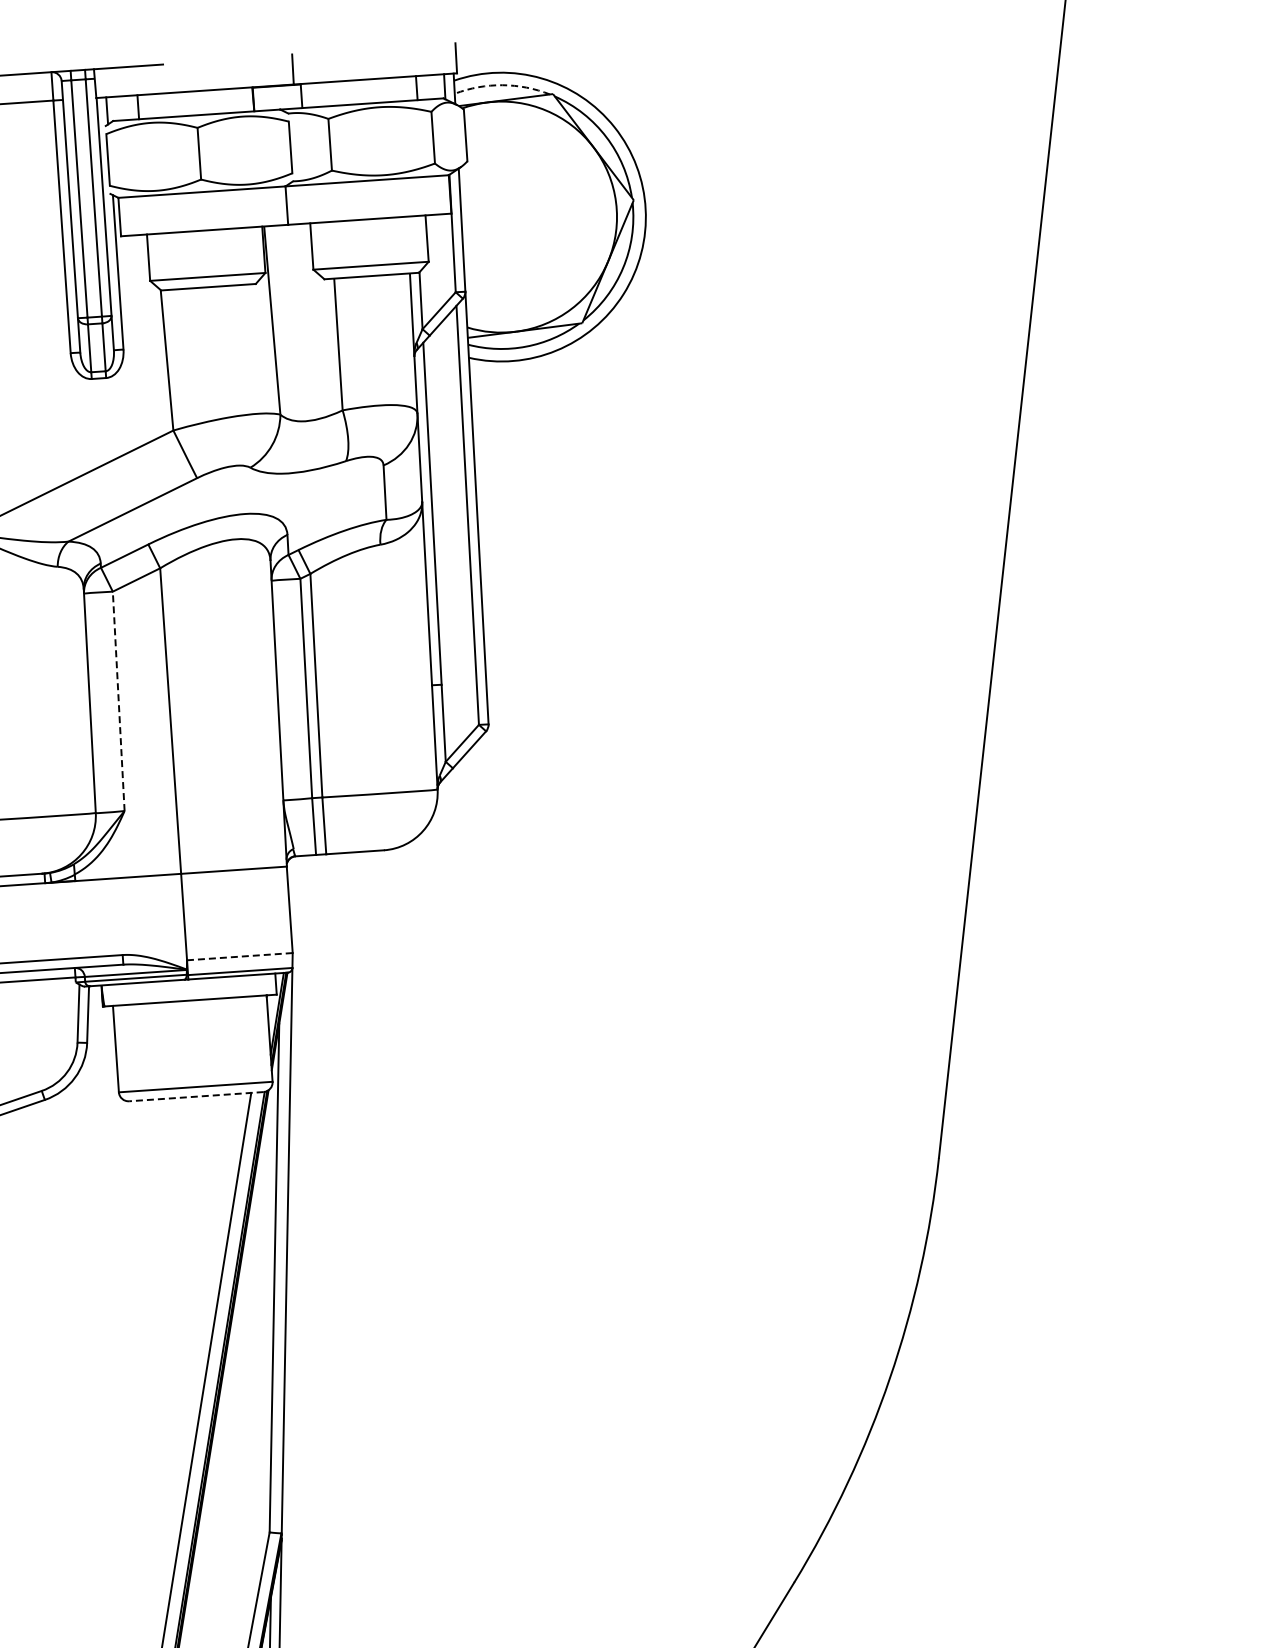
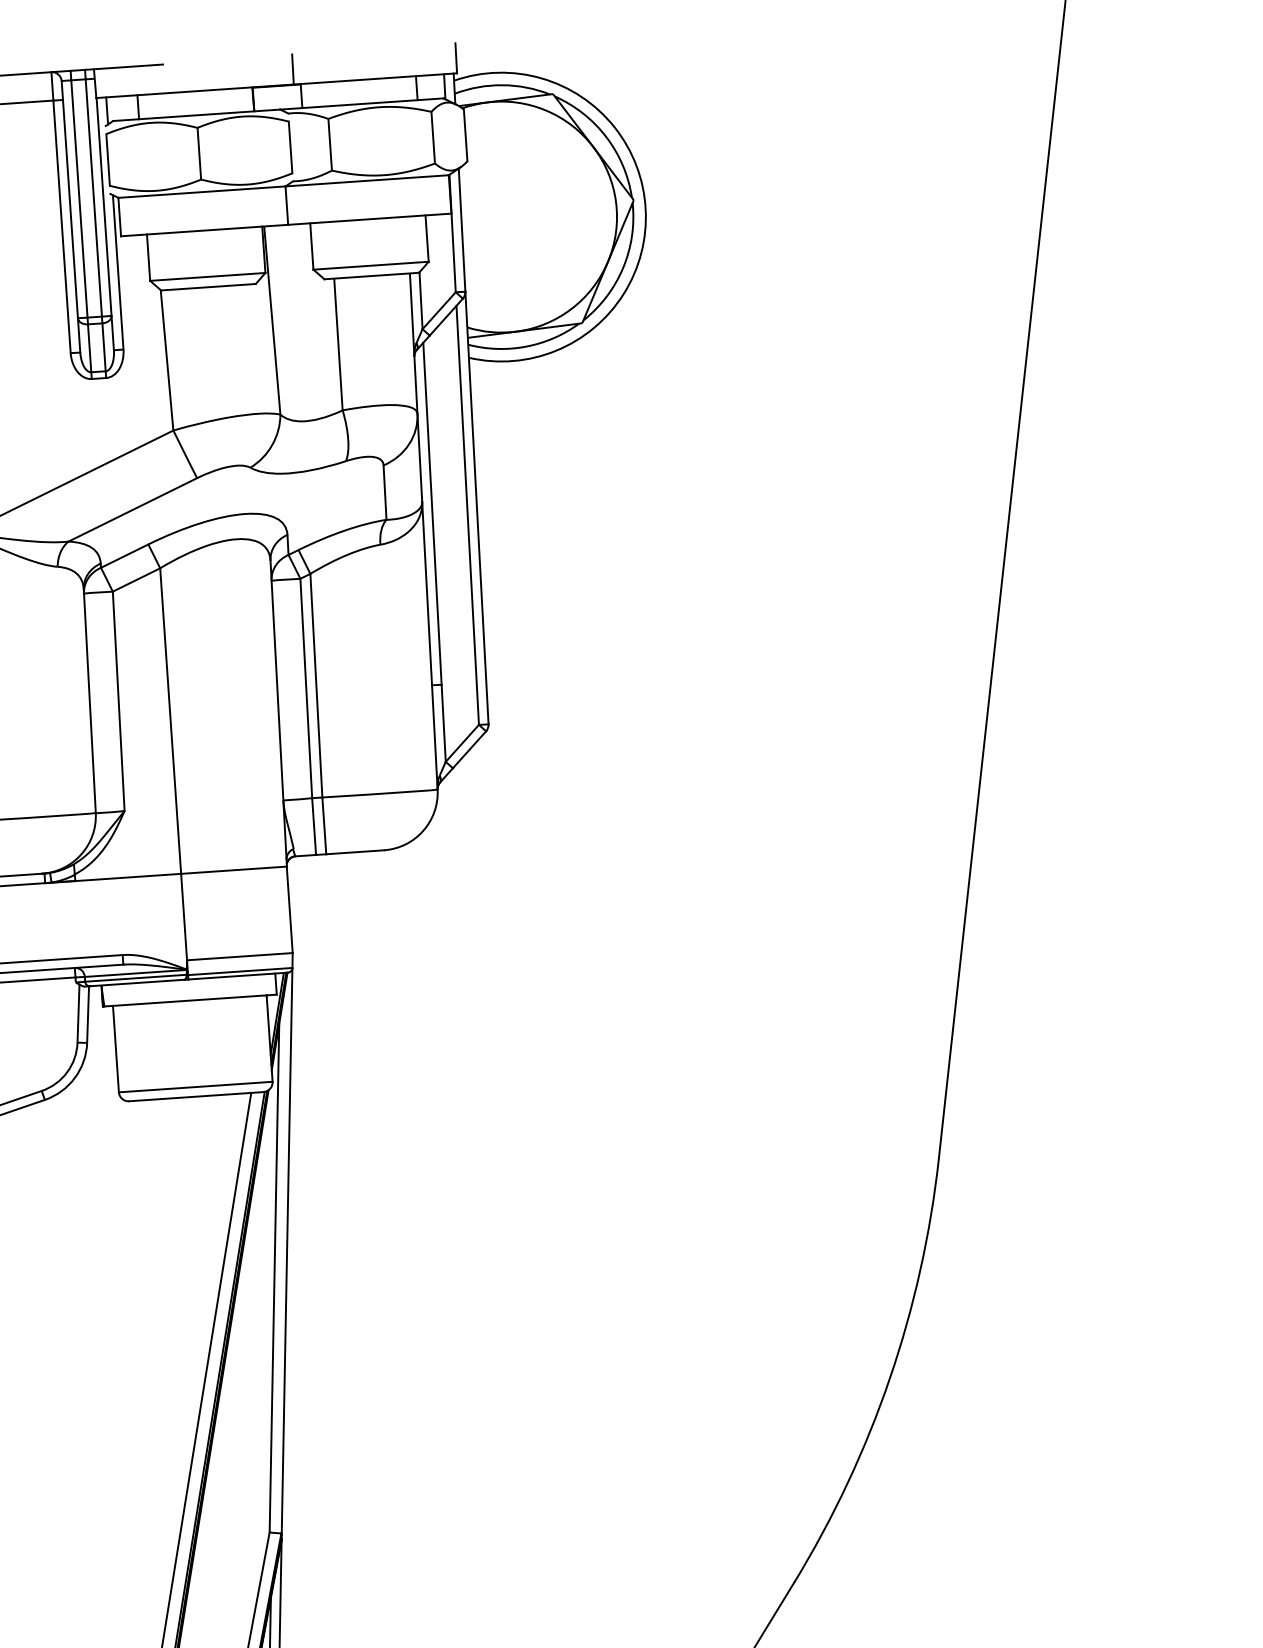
arc at (502, 85): dashed -> solid
line at (118, 701): dashed -> solid
line at (239, 956): dashed -> solid
line at (195, 1096): dashed -> solid
